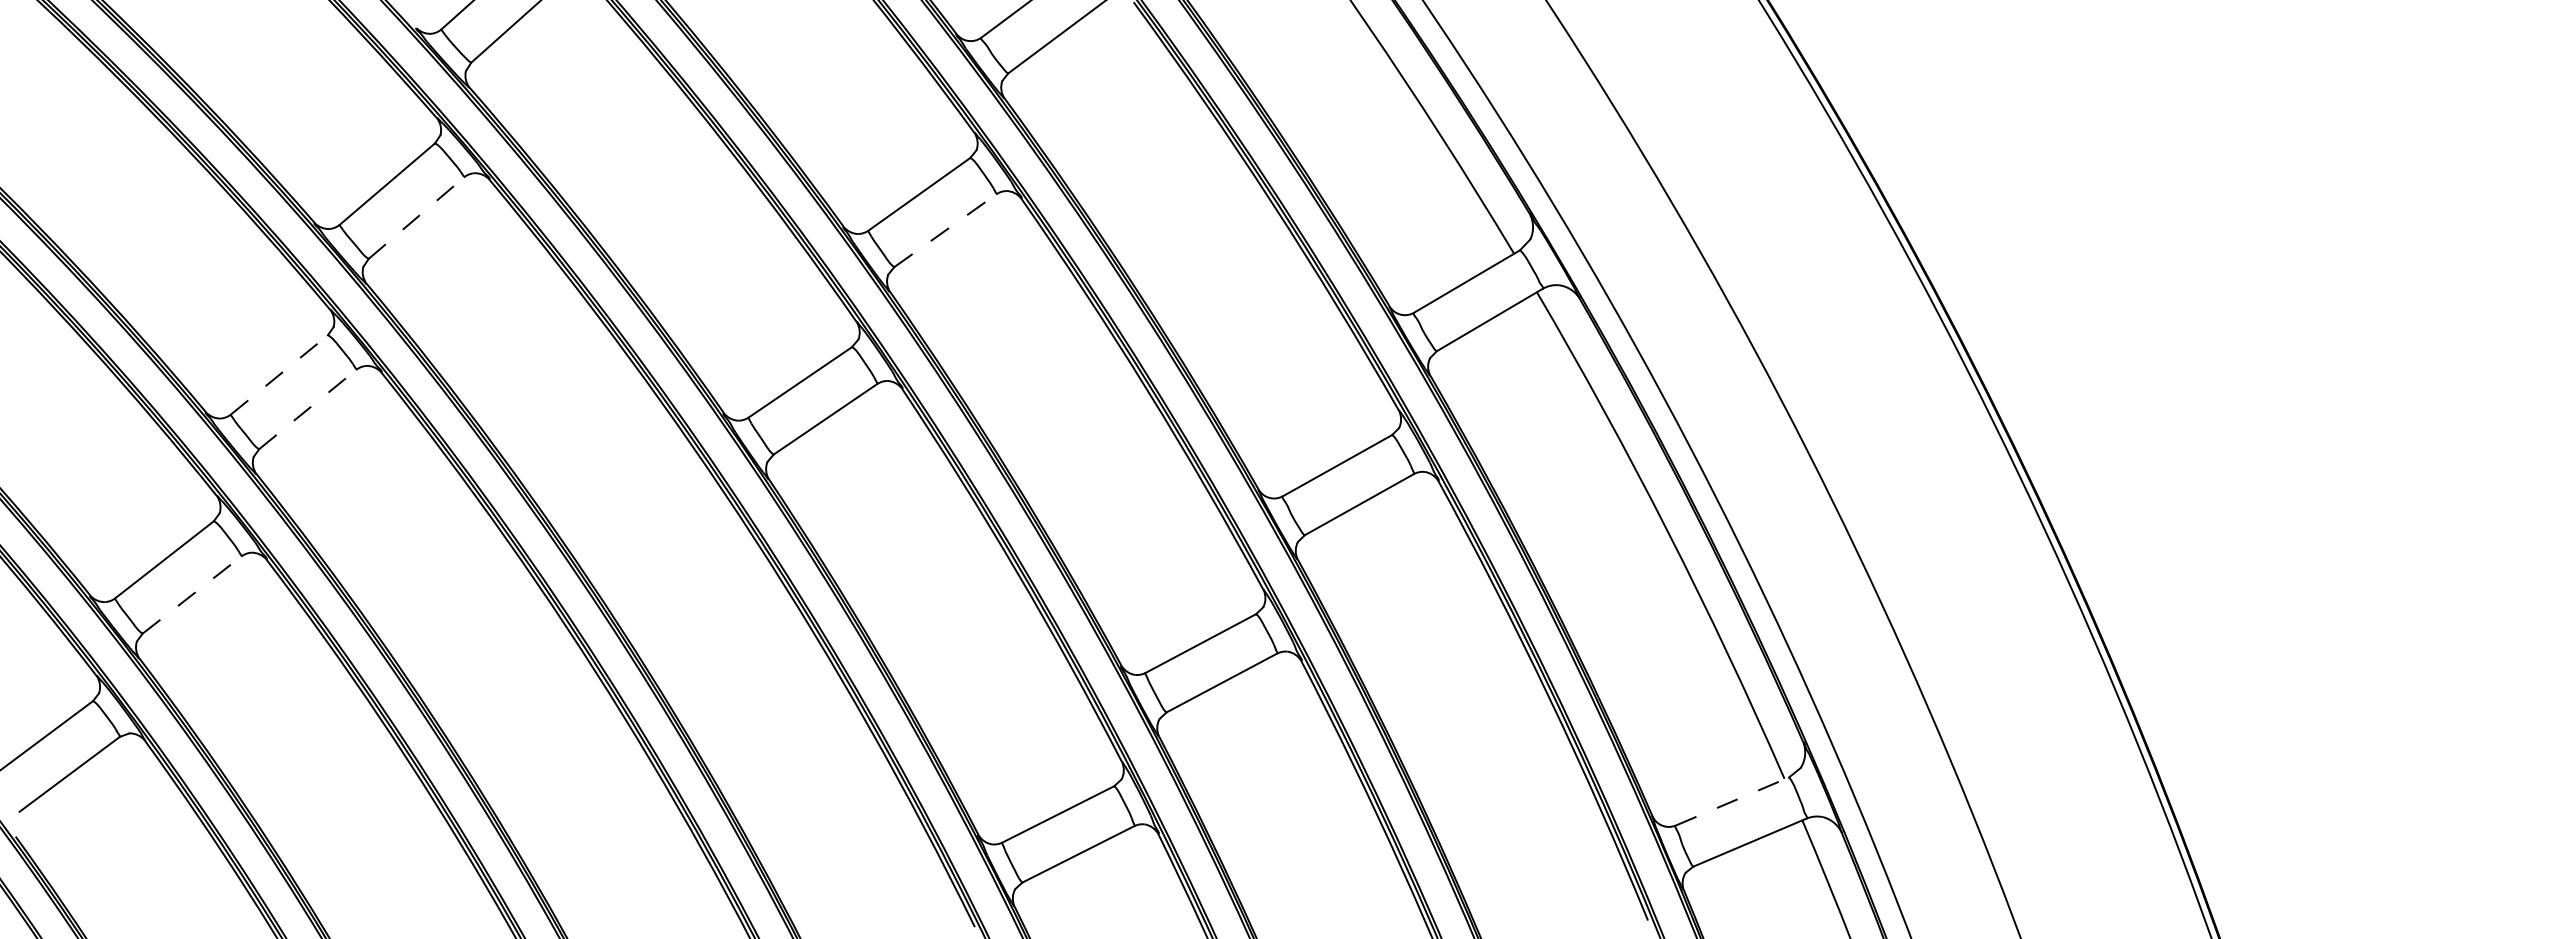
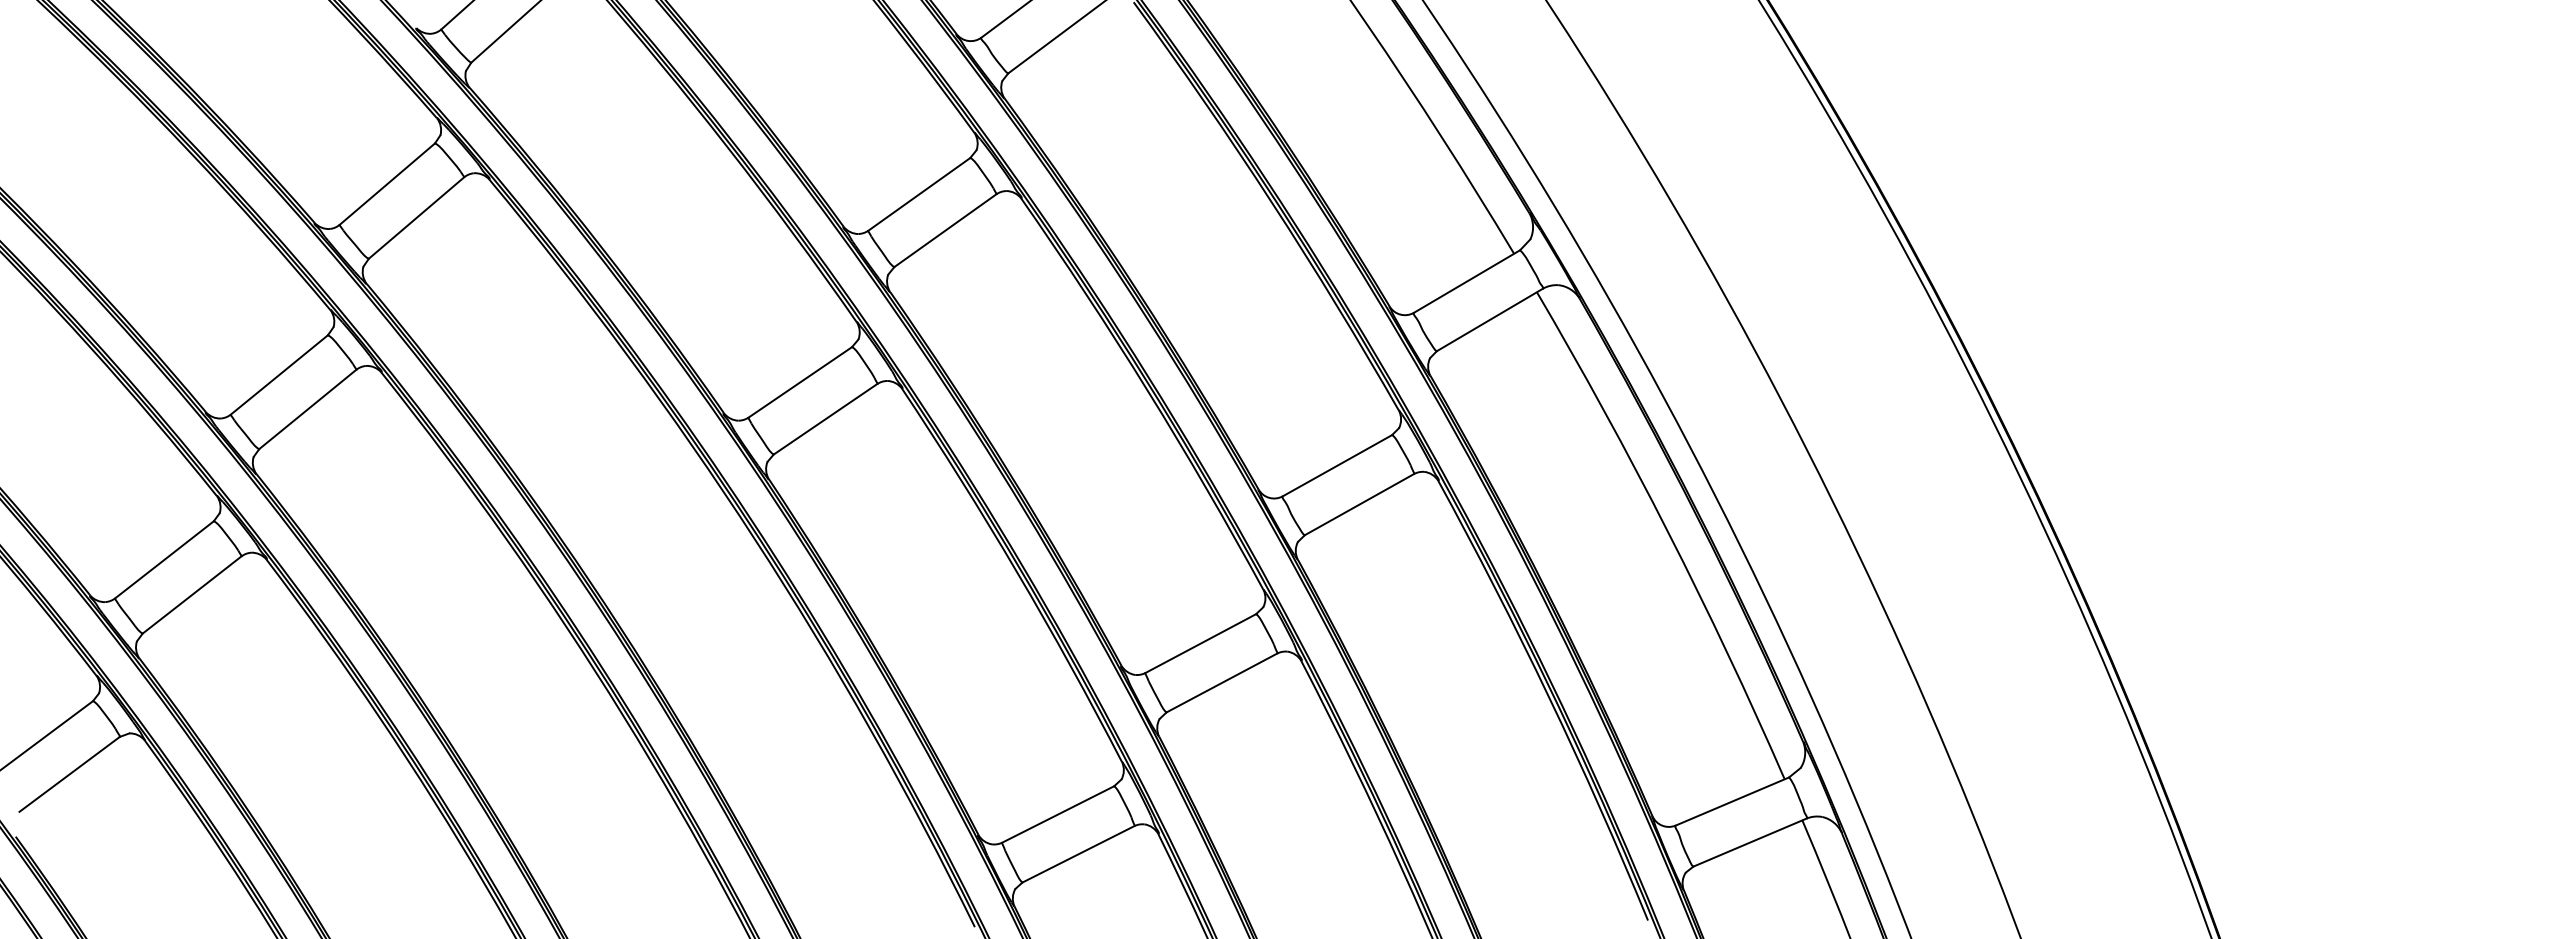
line at (416, 218): dashed -> solid
line at (945, 230): dashed -> solid
line at (279, 374): dashed -> solid
line at (307, 409): dashed -> solid
line at (192, 595): dashed -> solid
line at (1732, 801): dashed -> solid
